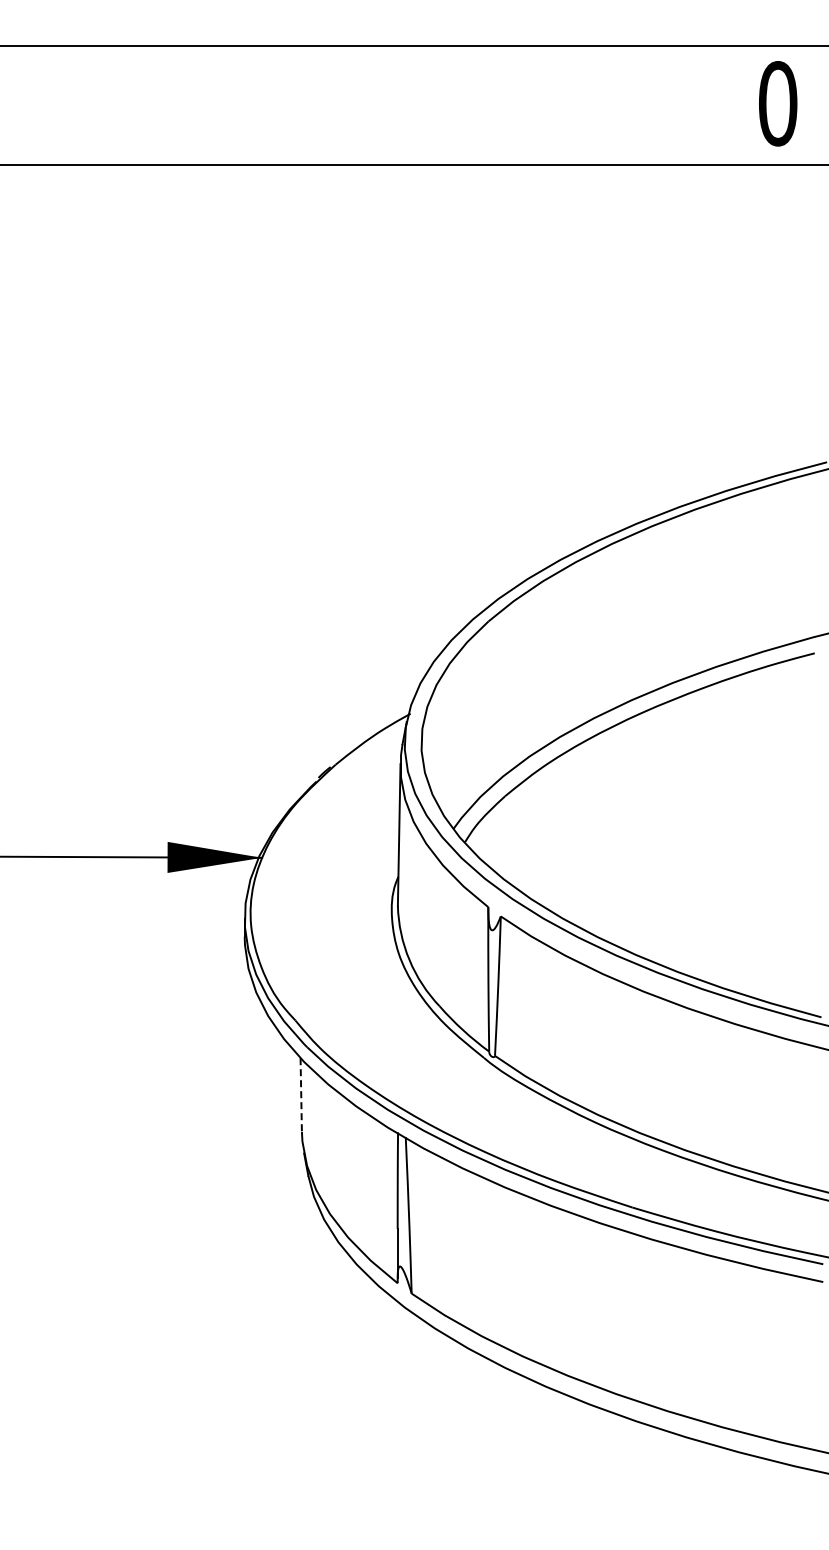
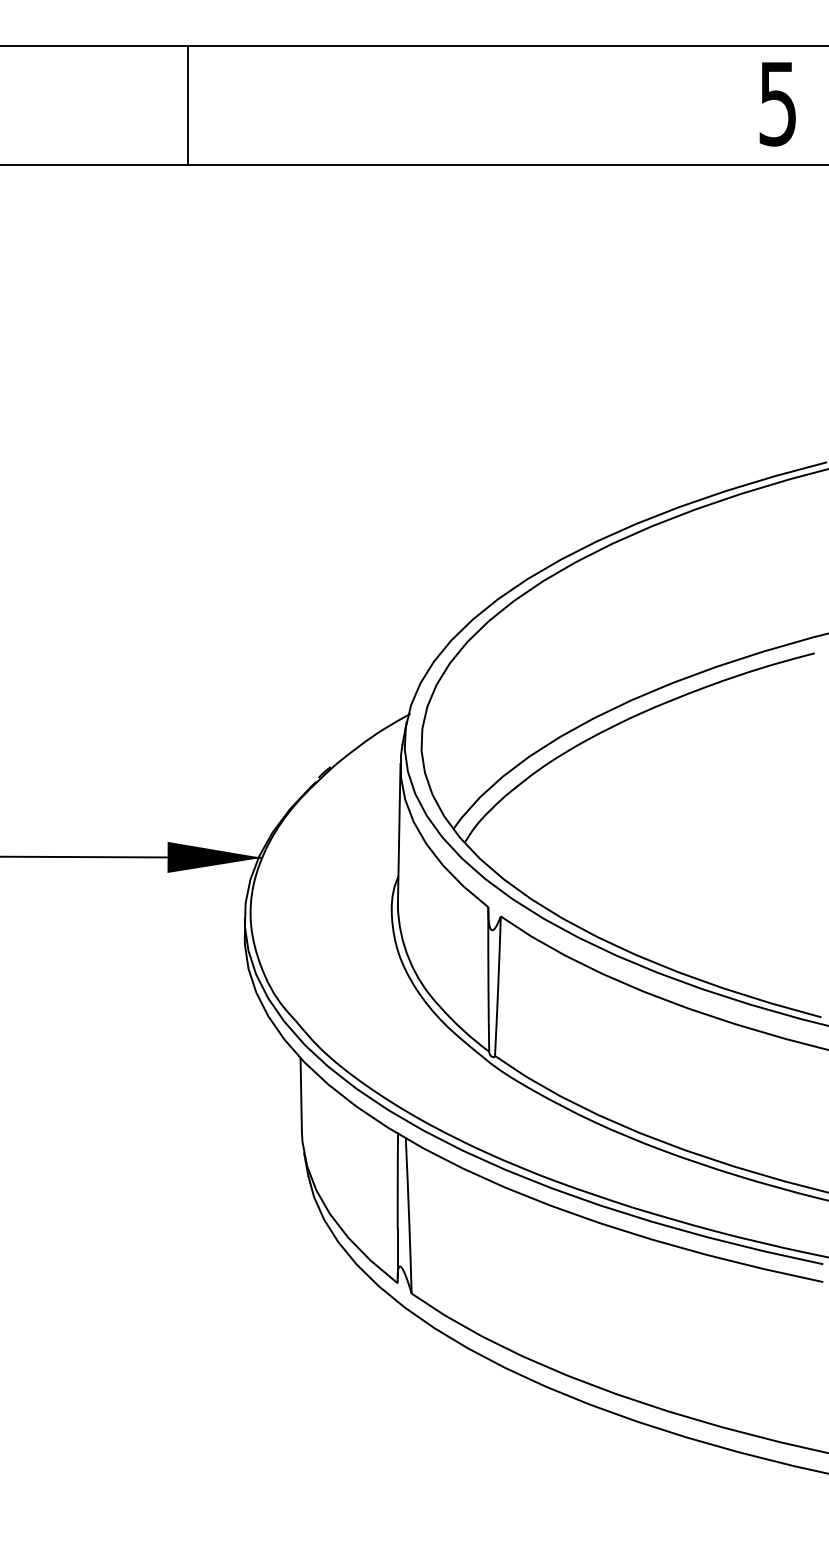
text at (778, 103): 0 -> 5
line at (188, 105): none -> present
line at (301, 1095): dashed -> solid
